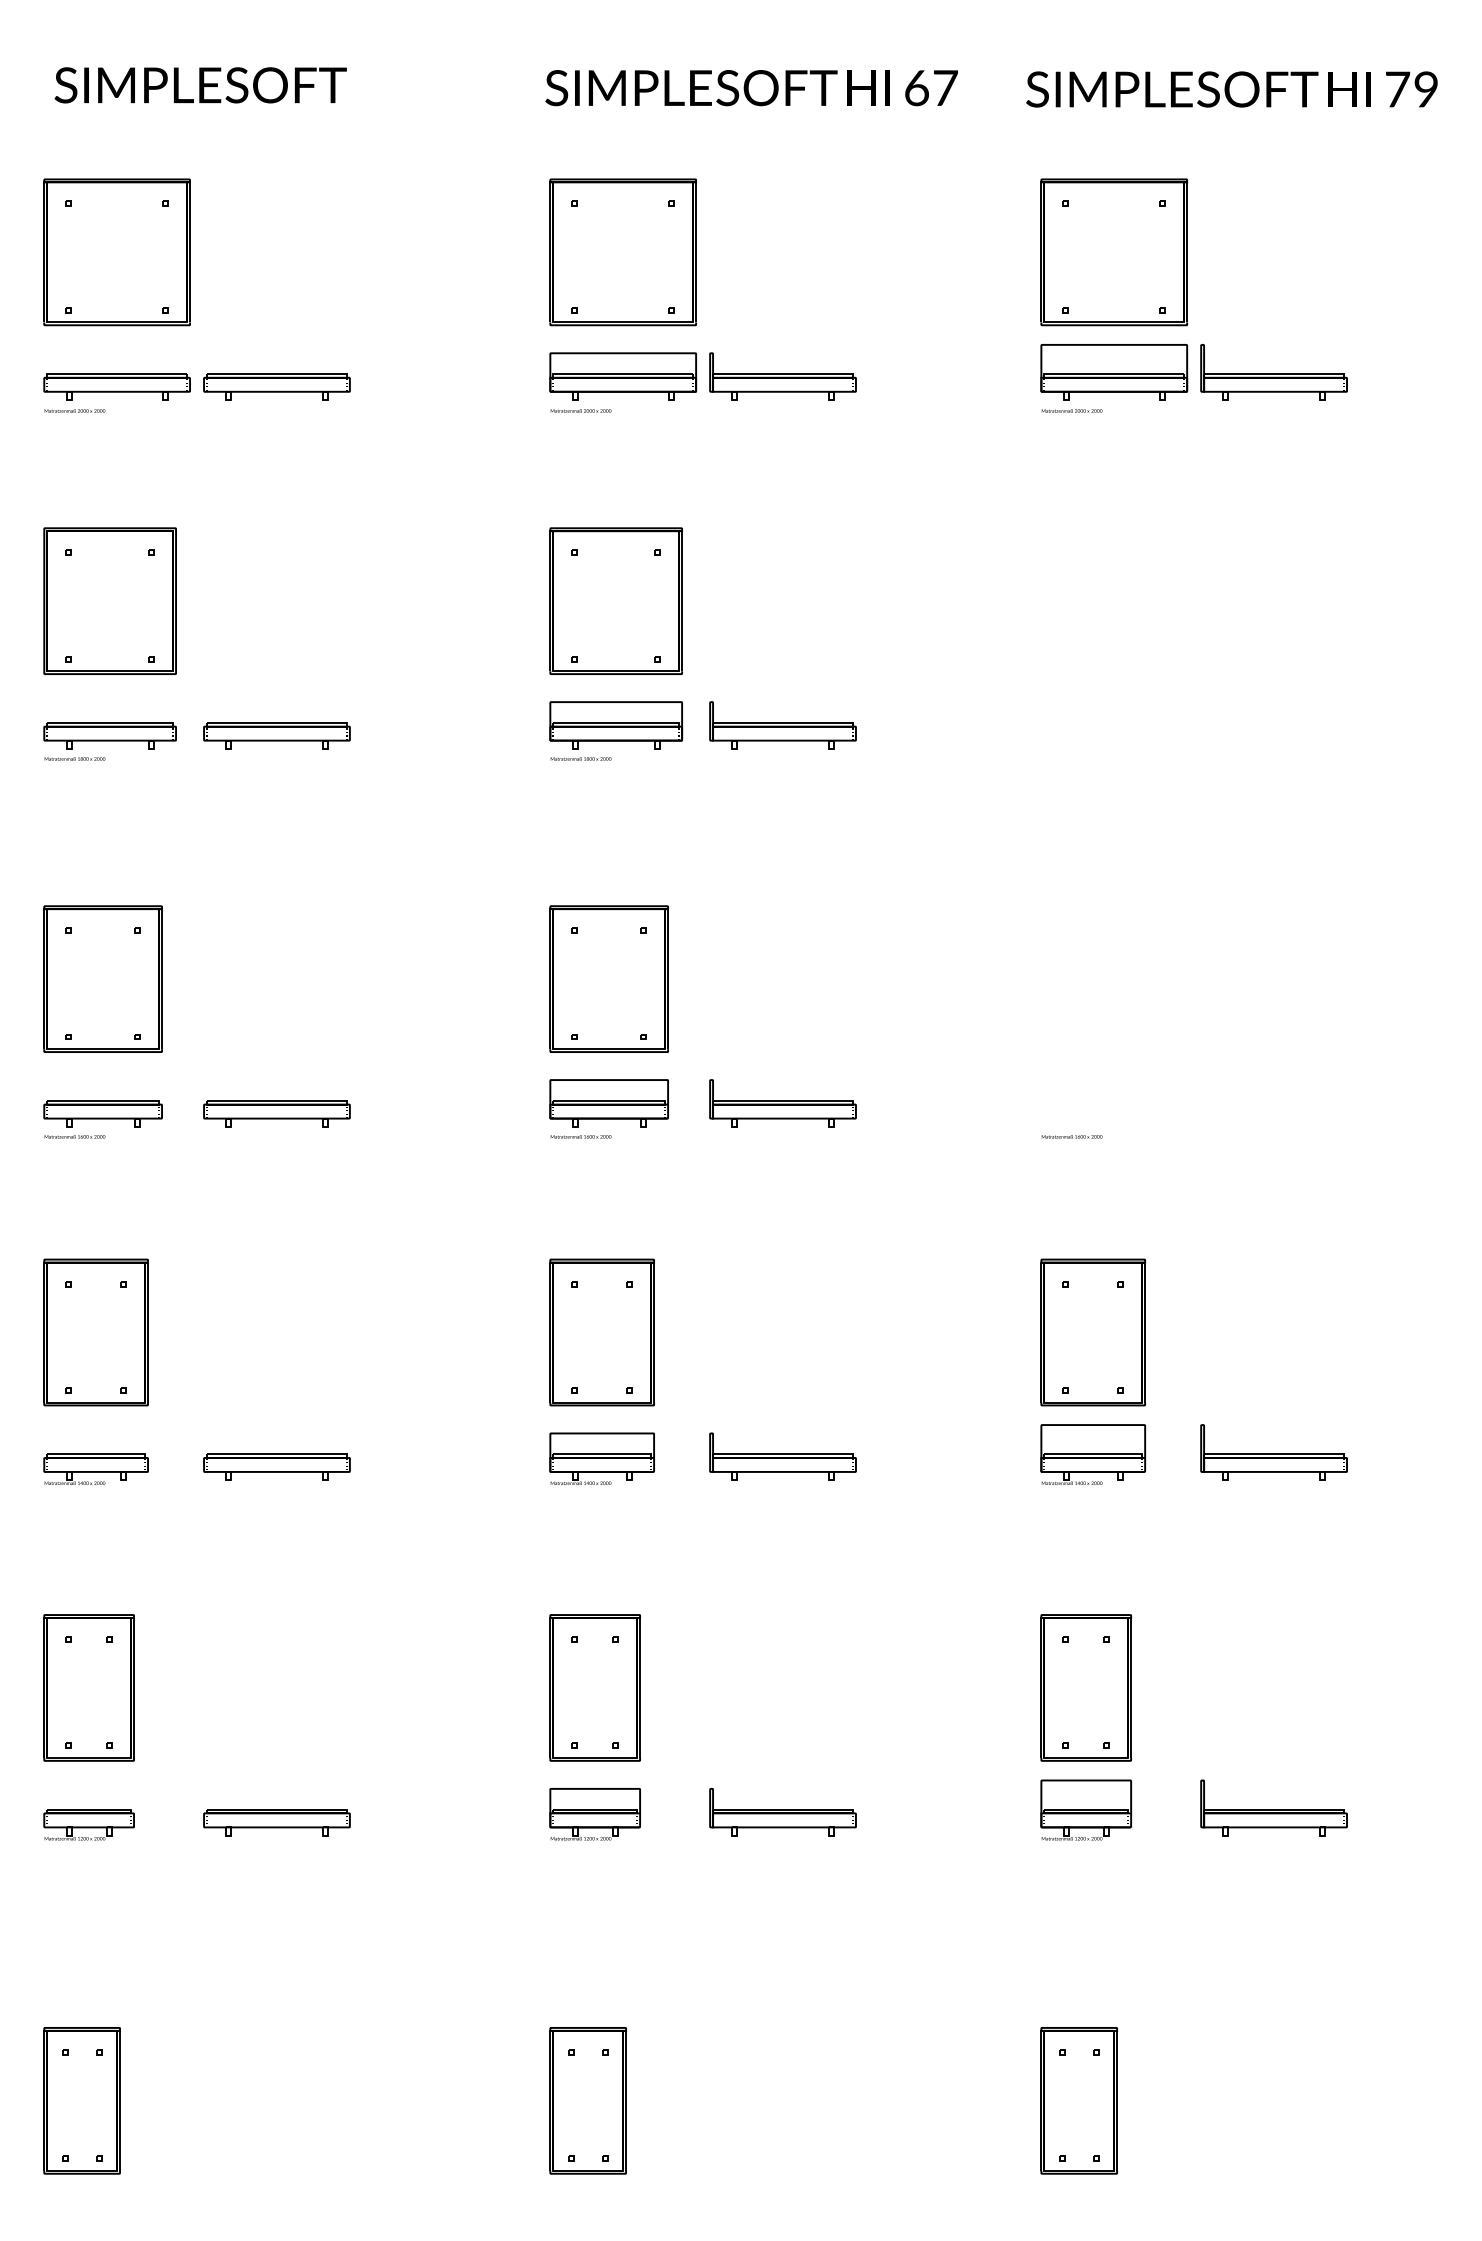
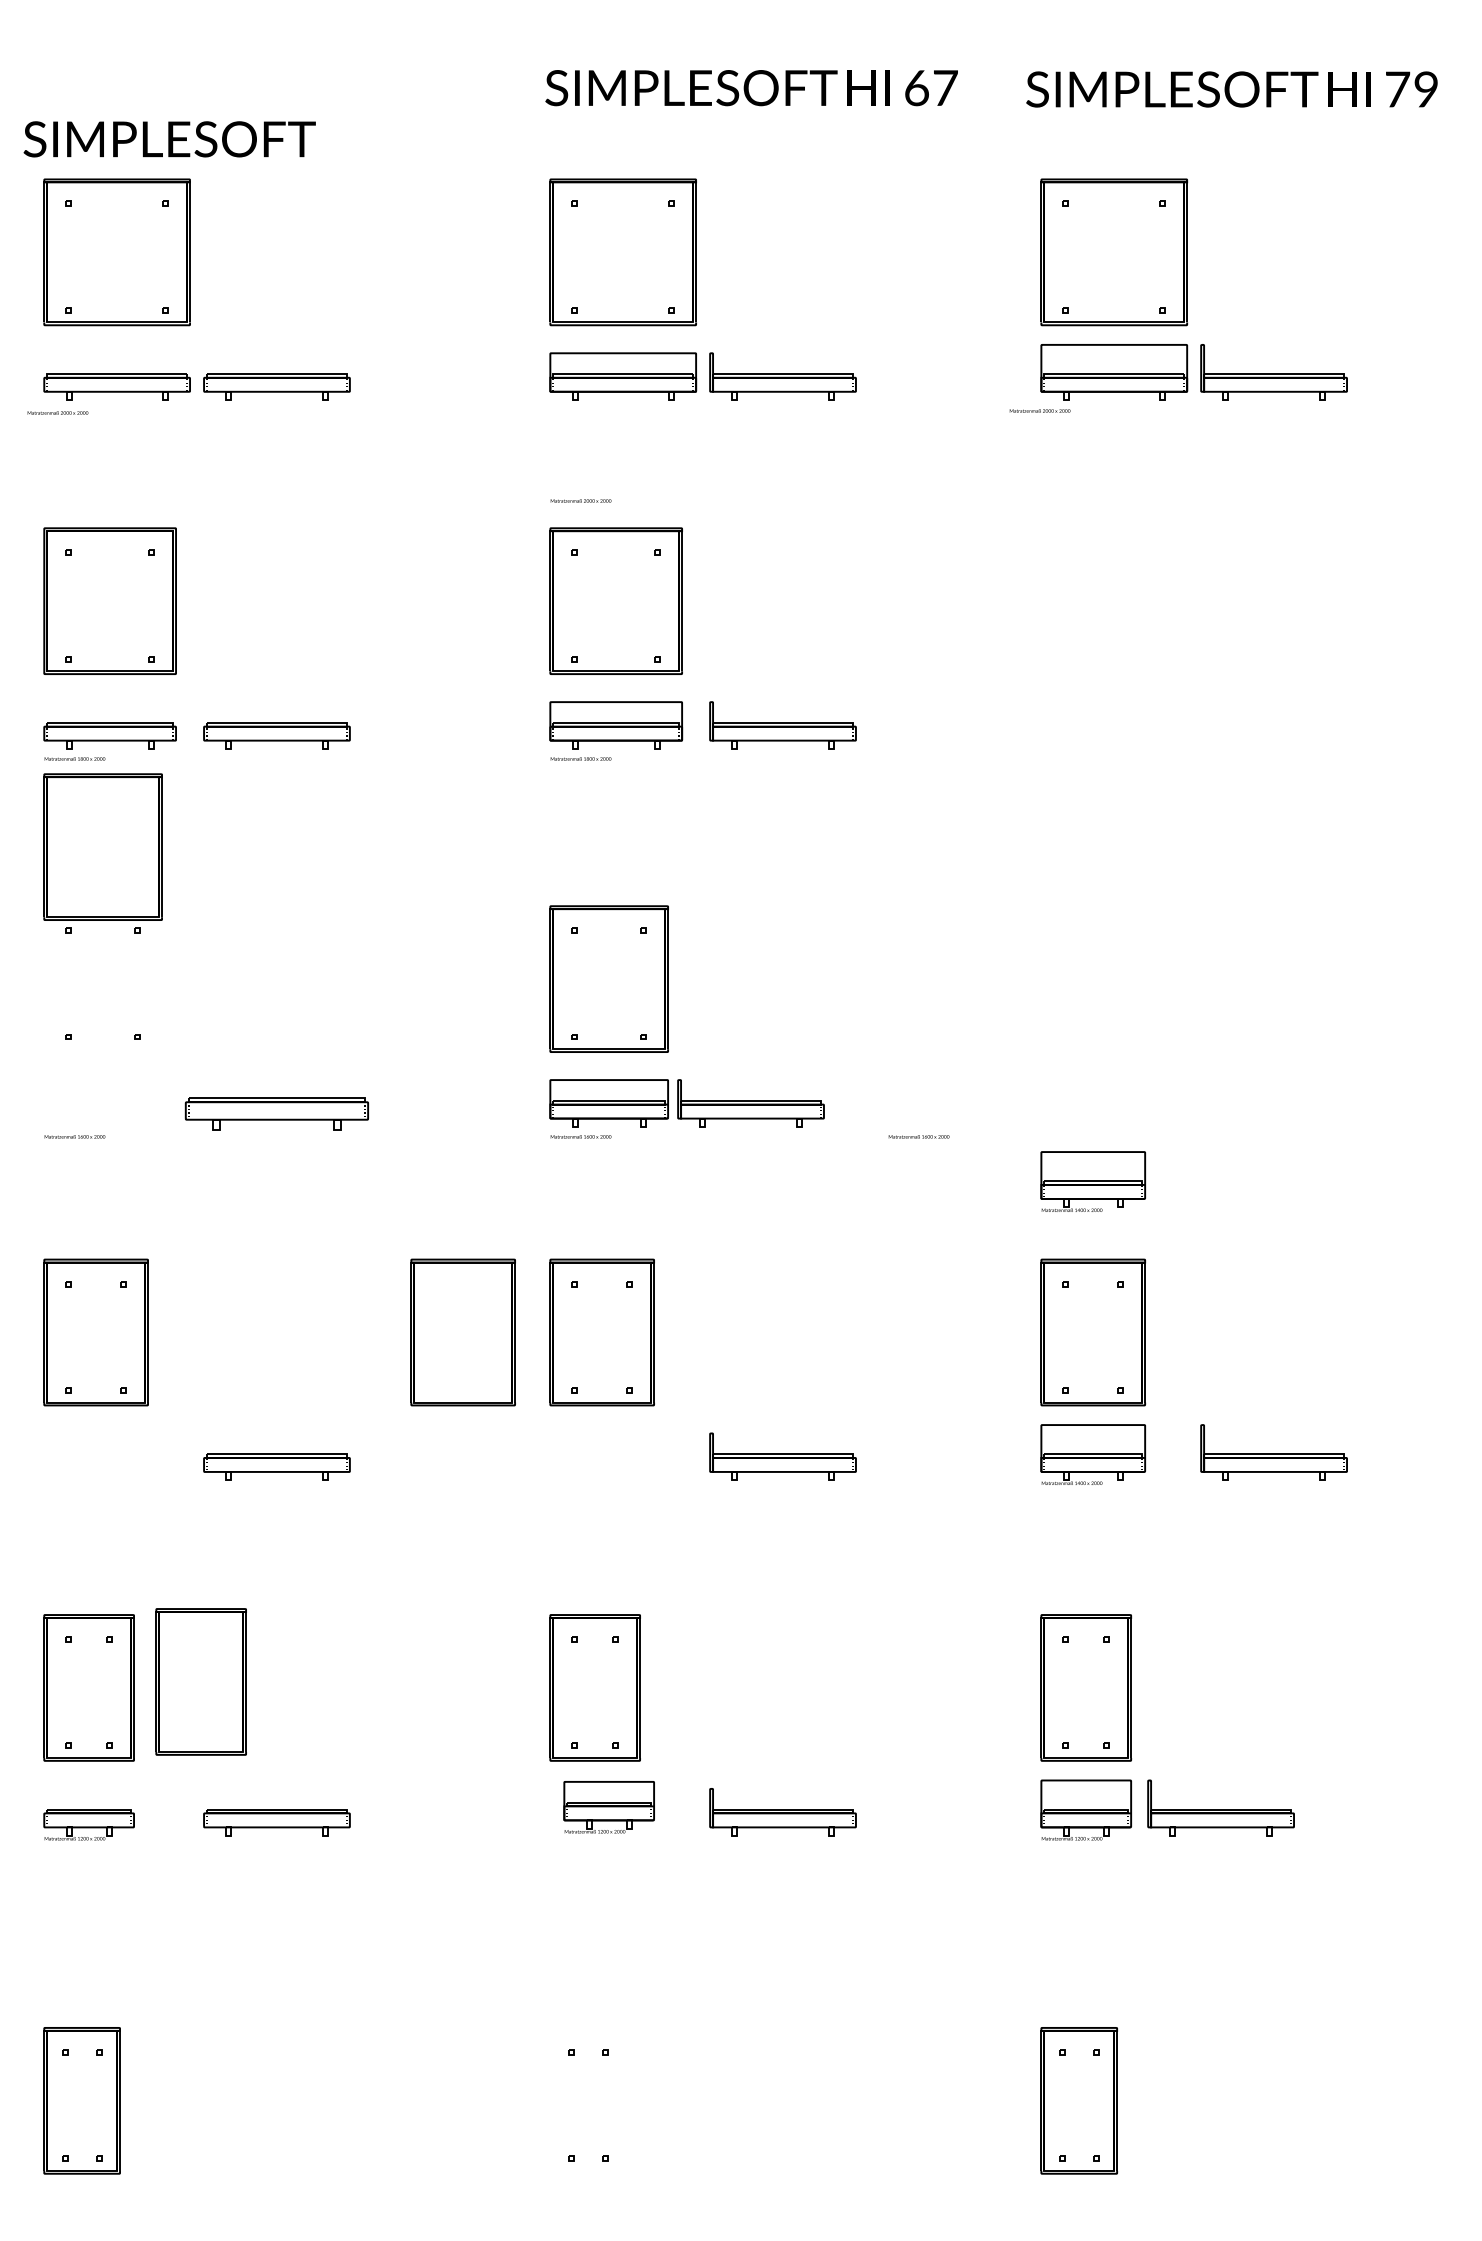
text at (200, 85) position: (200, 85) -> (169, 139)
text at (74, 410) position: (74, 410) -> (57, 412)
text at (580, 410) position: (580, 410) -> (580, 500)
text at (1071, 410) position: (1071, 410) -> (1039, 410)
part at (102, 978) position: (102, 978) -> (102, 846)
part at (782, 1103) position: (782, 1103) -> (750, 1103)
part at (102, 1113): present -> none
part at (276, 1113) size: 148x28 px -> 185x34 px
text at (1071, 1136) position: (1071, 1136) -> (918, 1136)
part at (1092, 1181): none -> present
part at (462, 1332): none -> present
part at (601, 1458): present -> none
part at (95, 1468): present -> none
part at (200, 1681): none -> present
part at (1273, 1807) position: (1273, 1807) -> (1220, 1807)
part at (594, 1814) position: (594, 1814) -> (608, 1807)
part at (587, 2100): present -> none
